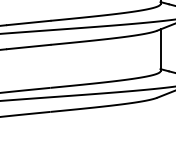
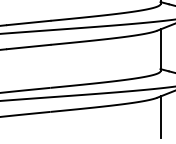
line at (160, 117): none -> present
